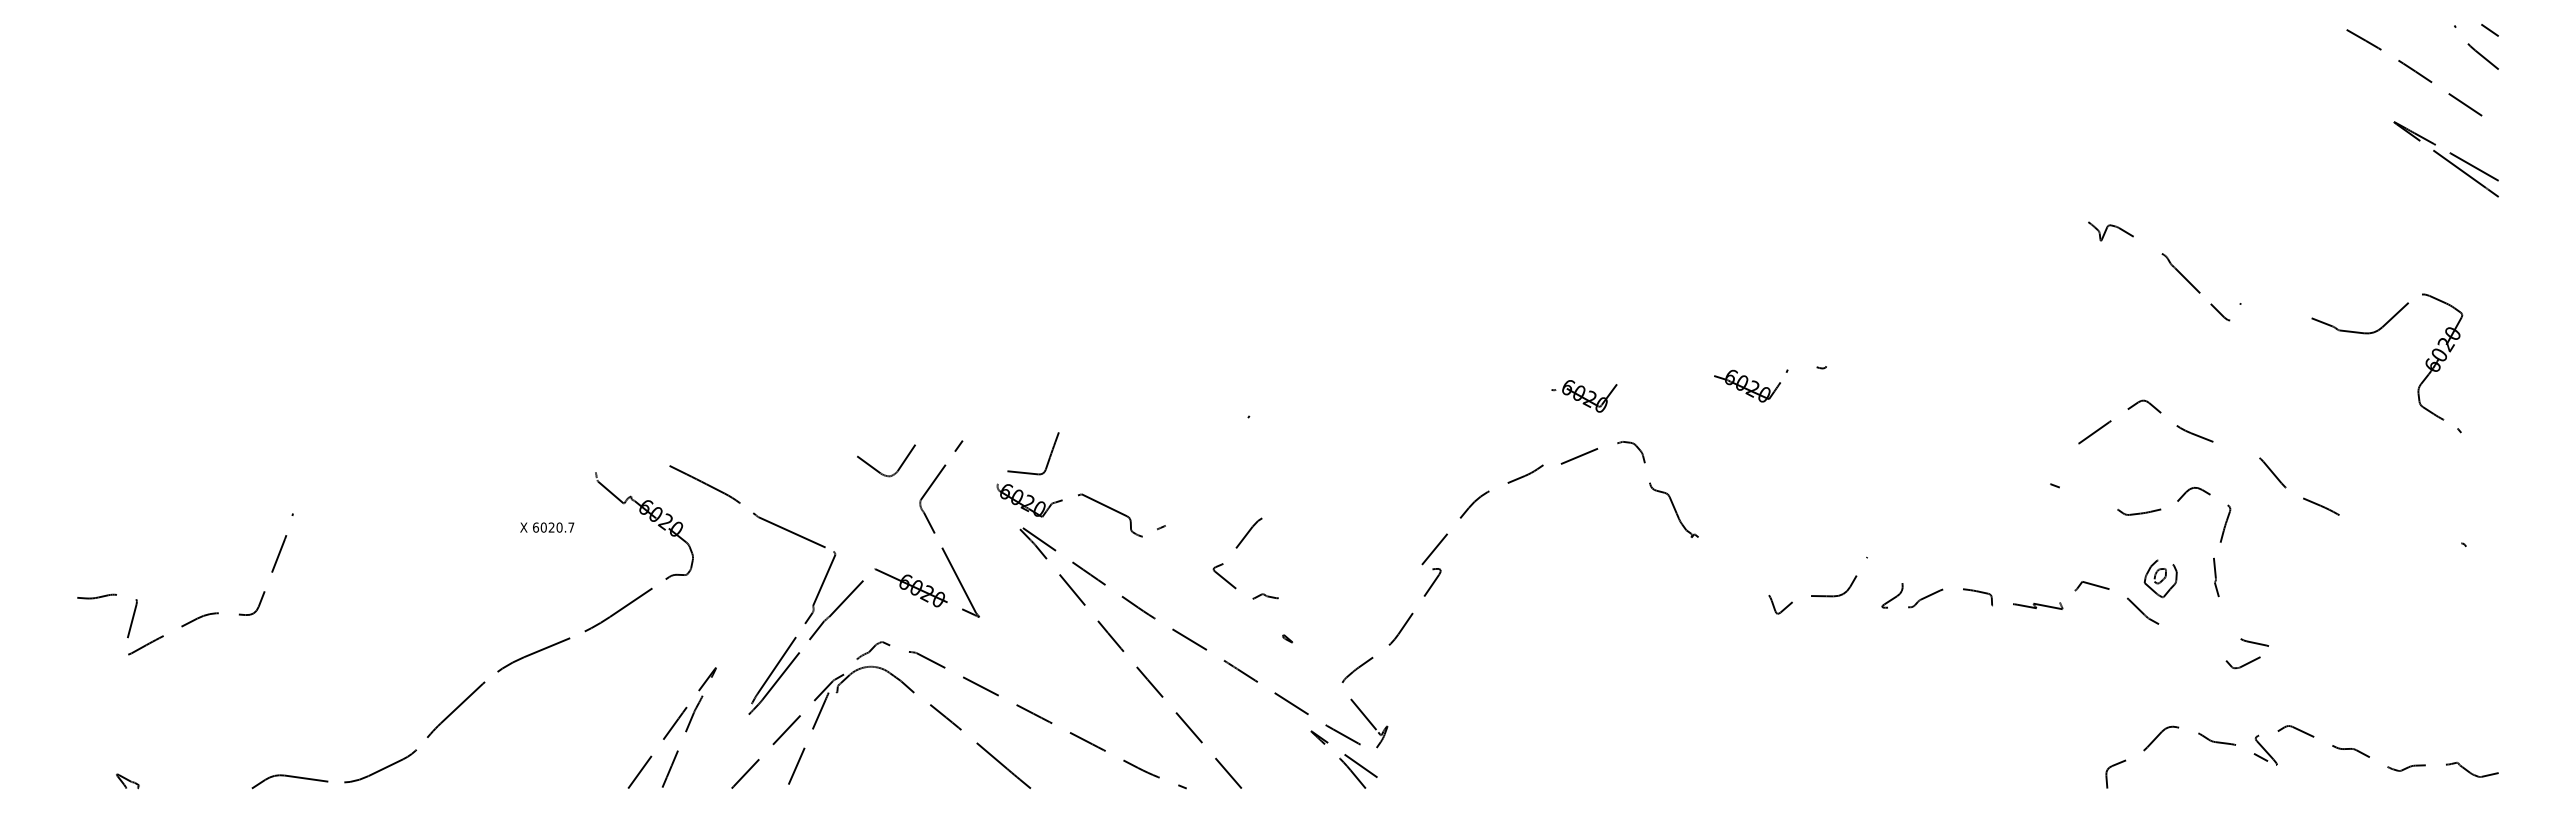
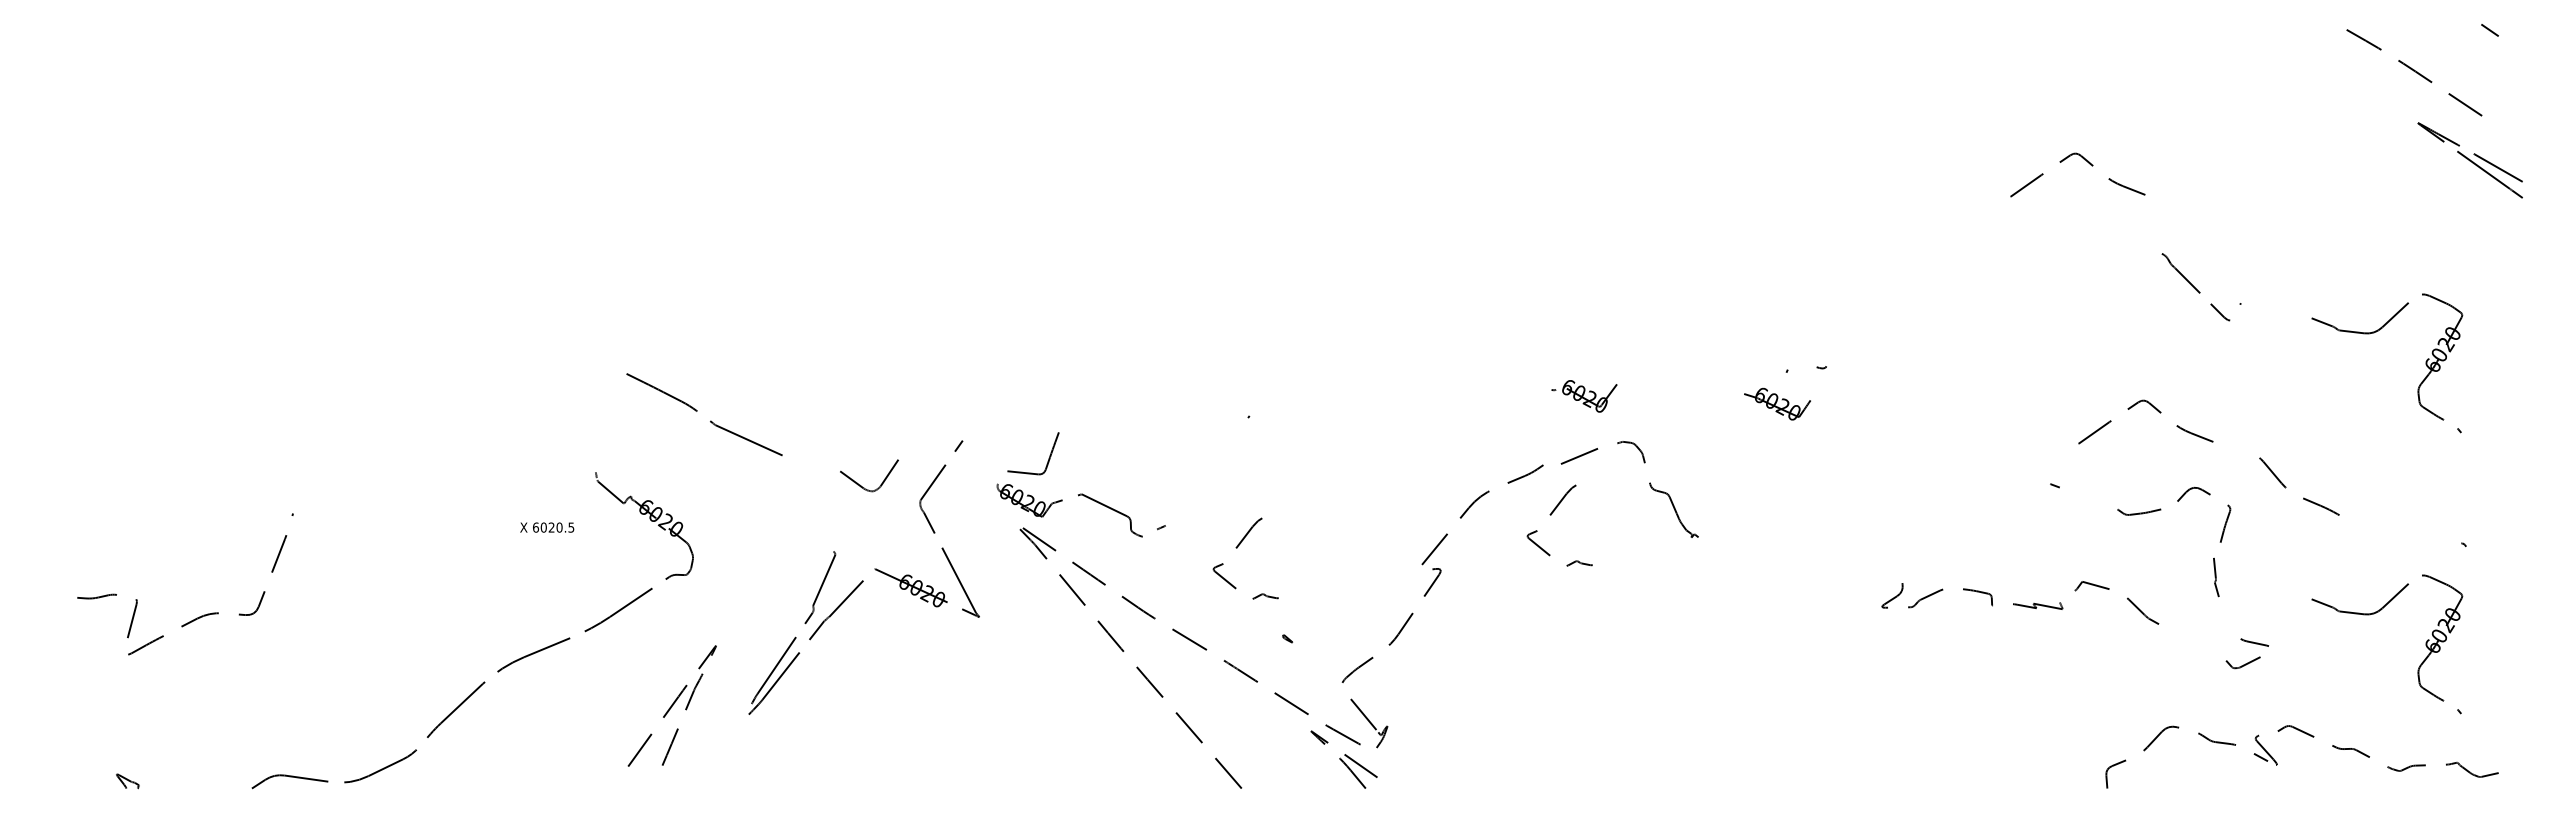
curve at (2474, 48): present -> none
curve at (2445, 159) position: (2445, 159) -> (2469, 160)
curve at (2088, 163): none -> present
part at (2110, 231): present -> none
part at (1747, 385) position: (1747, 385) -> (1777, 403)
curve at (877, 469) position: (877, 469) -> (860, 484)
curve at (740, 503) position: (740, 503) -> (697, 411)
part at (1551, 515): none -> present
text at (571, 527): 6020.7 -> 6020.5
part at (2160, 578): present -> none
part at (1817, 595): present -> none
part at (2374, 614): none -> present
part at (952, 721): present -> none
curve at (671, 727) position: (671, 727) -> (671, 705)
